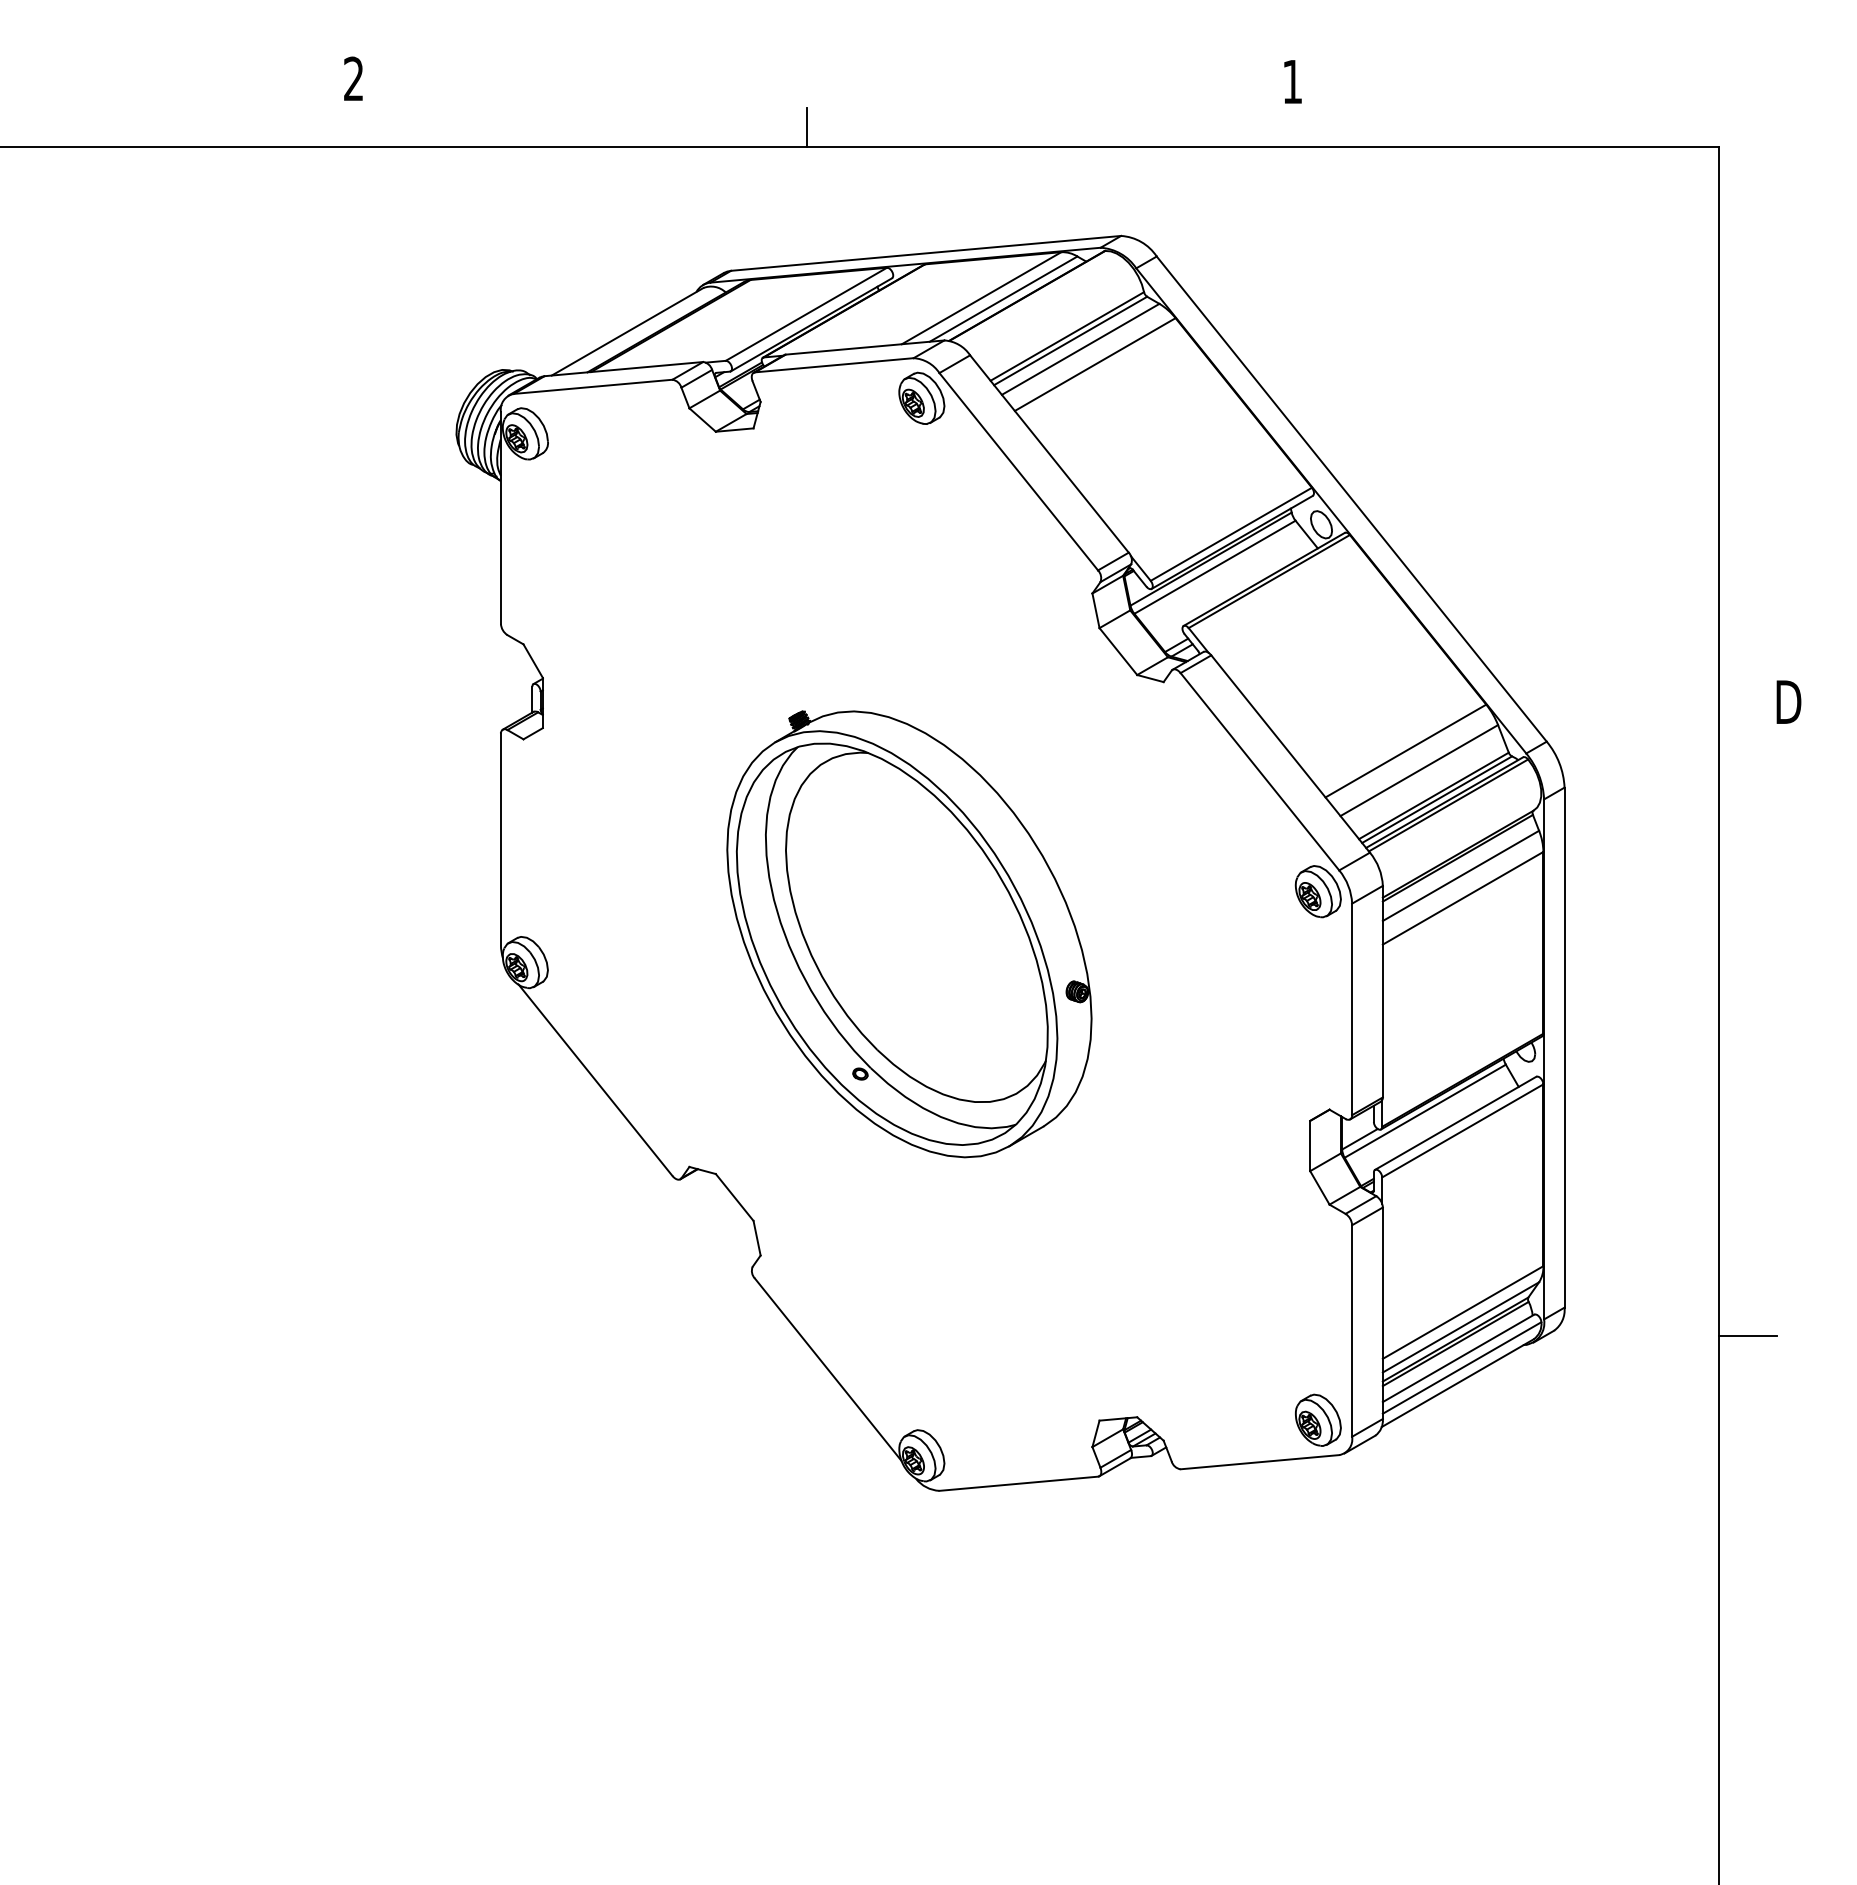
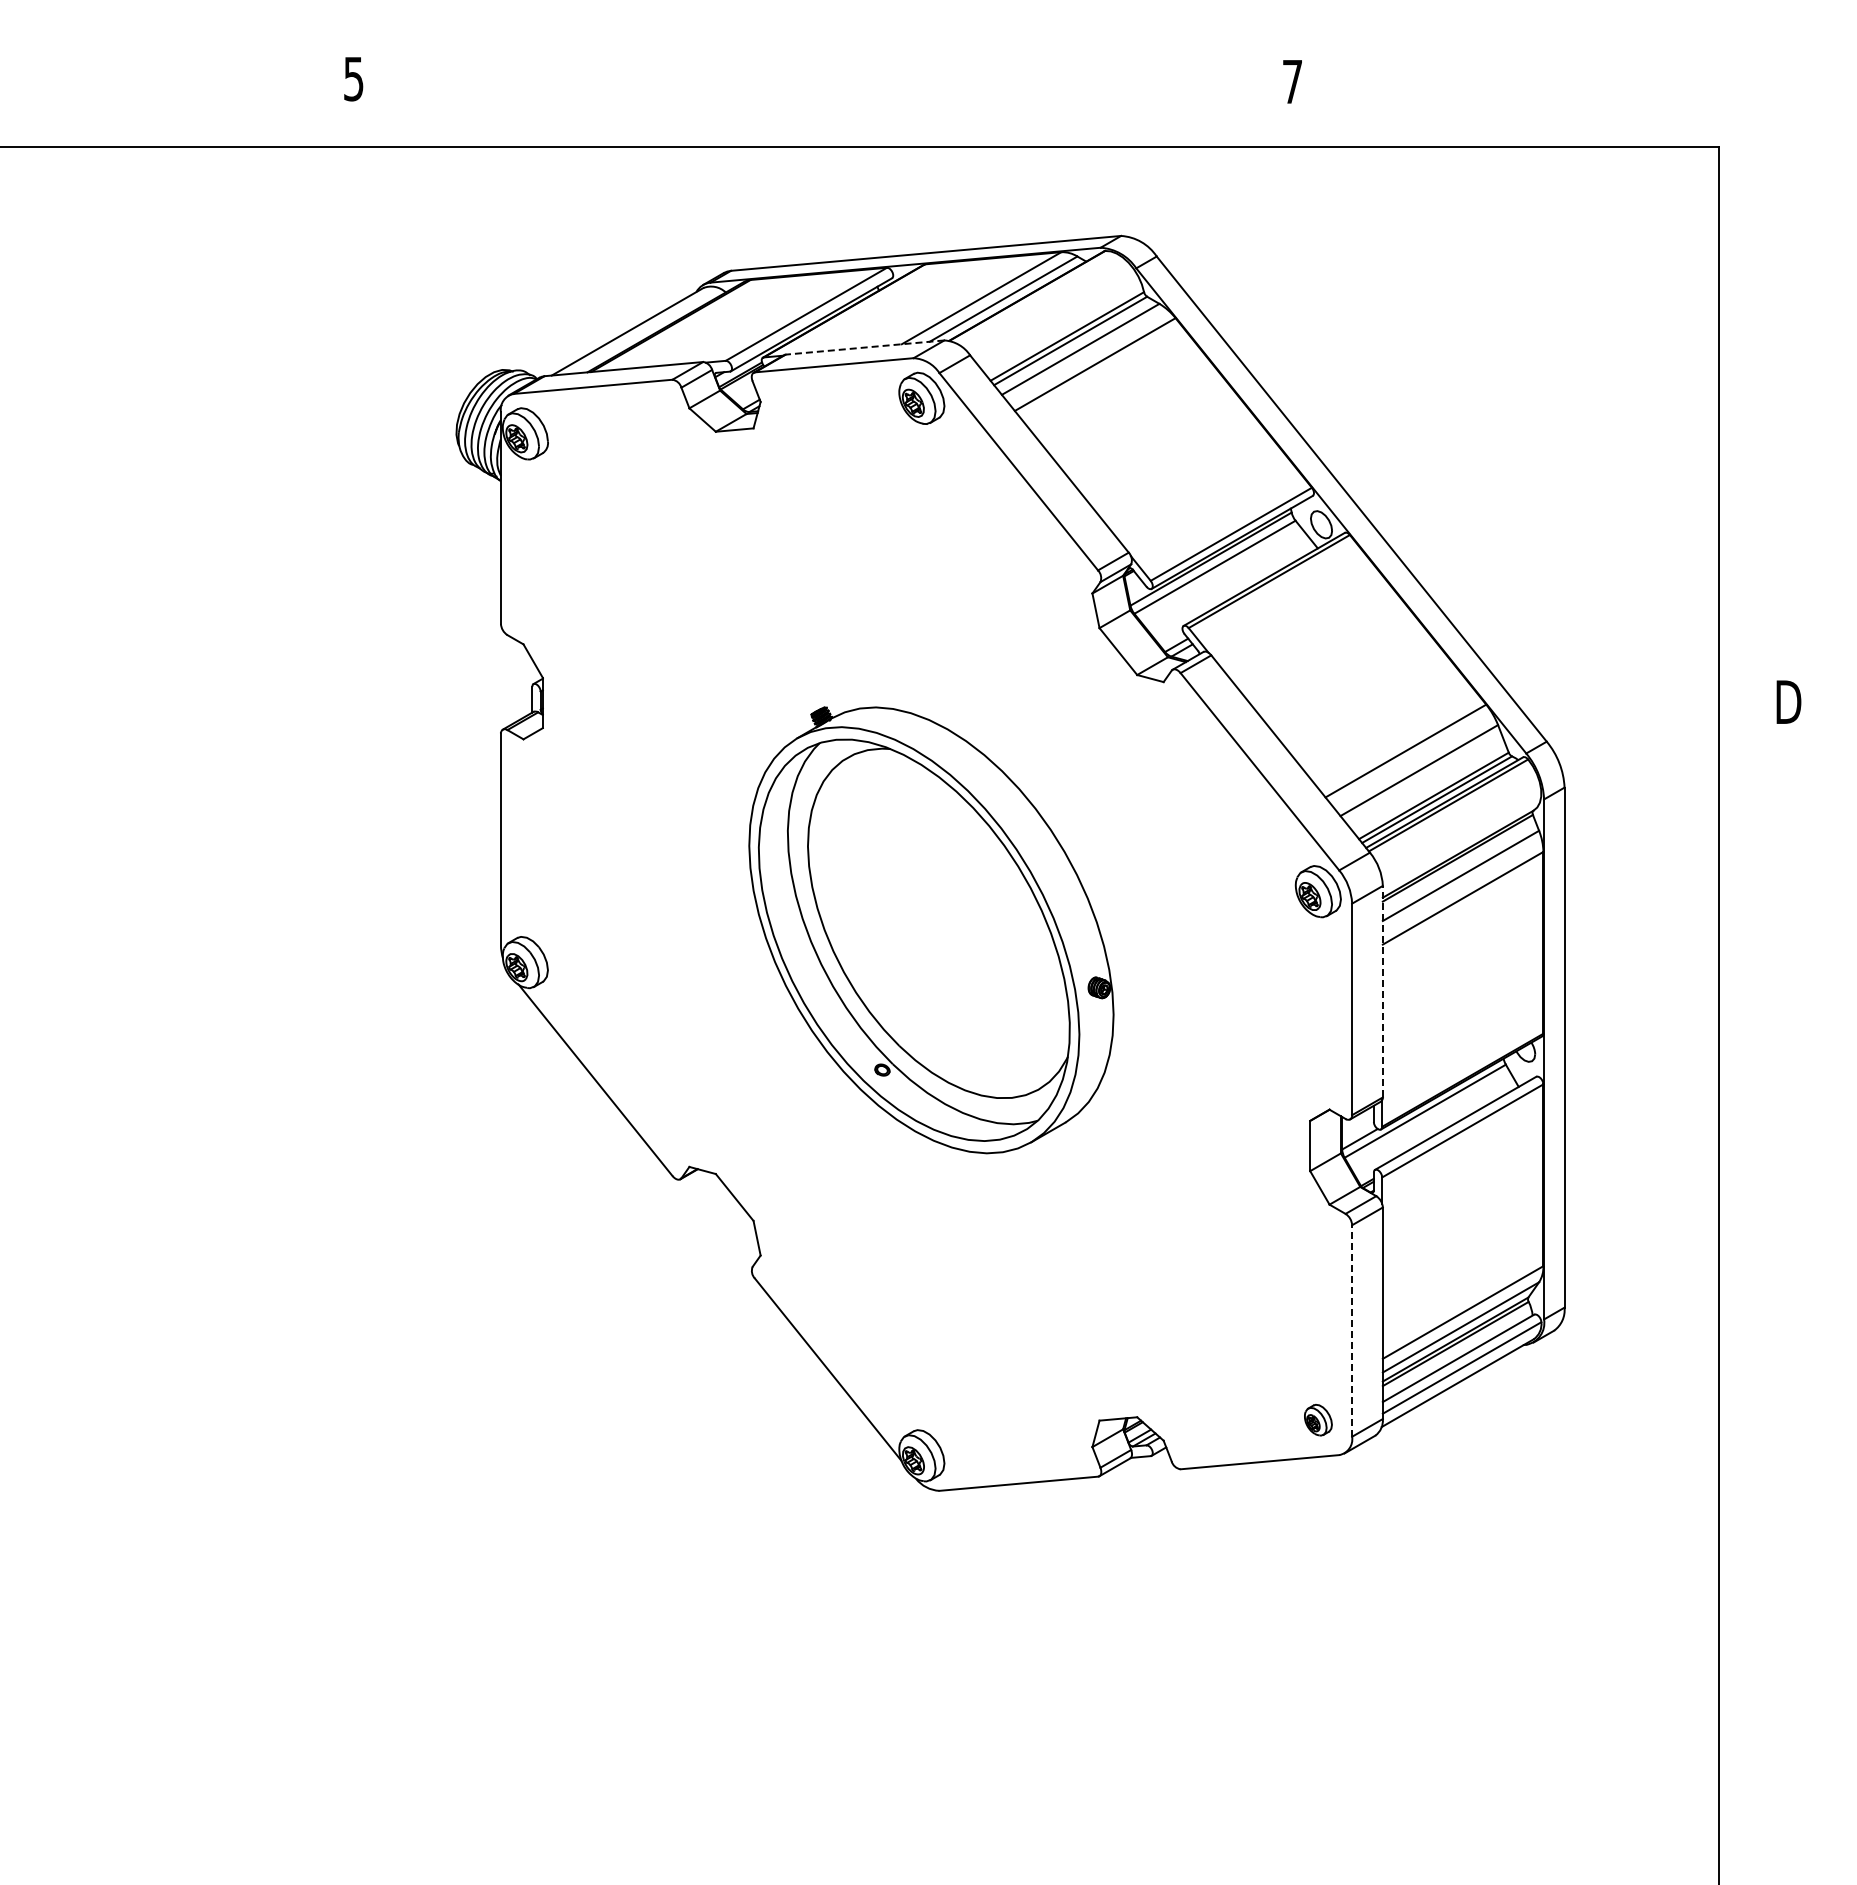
text at (353, 78): 2 -> 5
text at (1292, 81): 1 -> 7
line at (807, 127): present -> none
line at (865, 347): solid -> dashed
part at (909, 934) position: (909, 934) -> (931, 930)
line at (1382, 991): solid -> dashed
line at (1352, 1331): solid -> dashed
line at (1748, 1336): present -> none
part at (1318, 1419) size: 47x54 px -> 29x33 px
